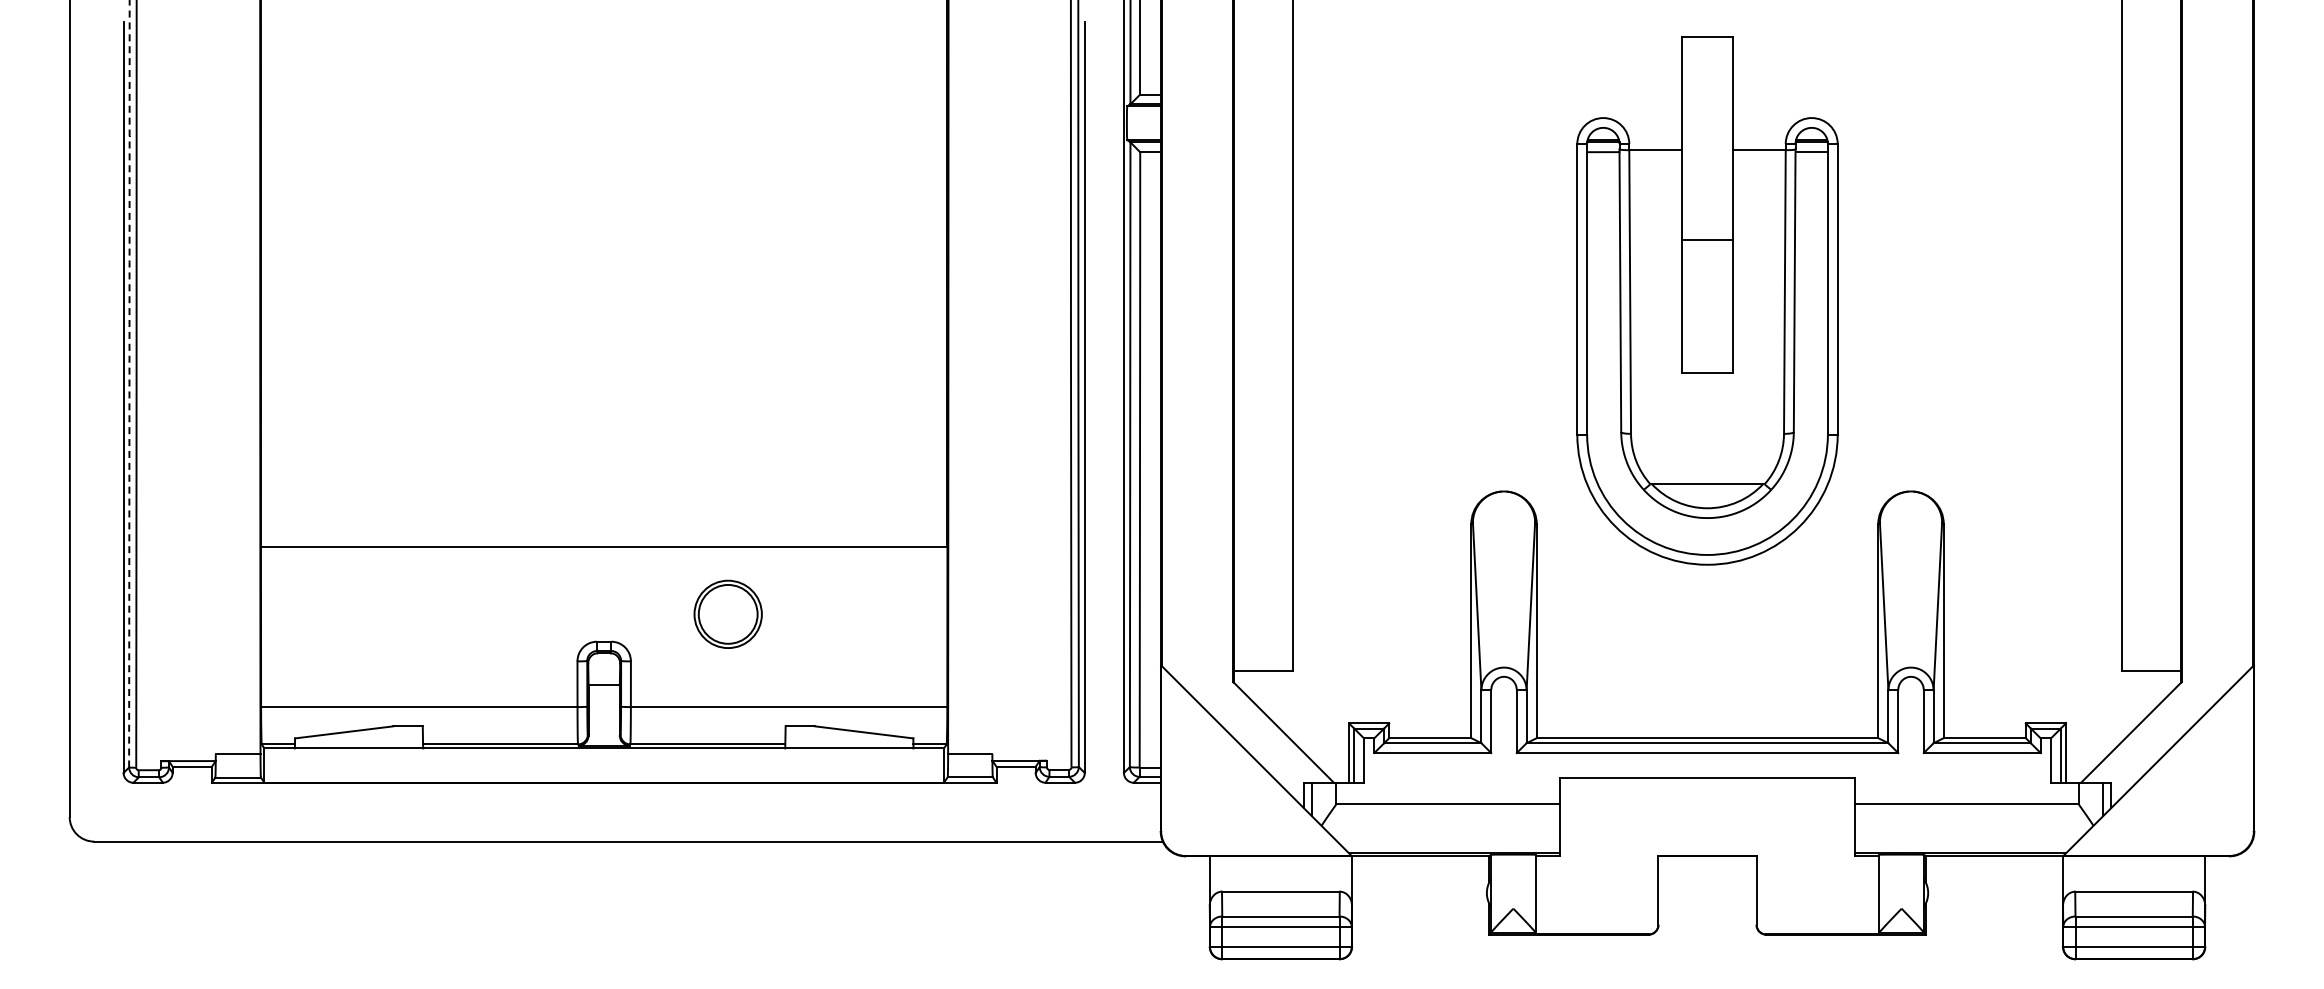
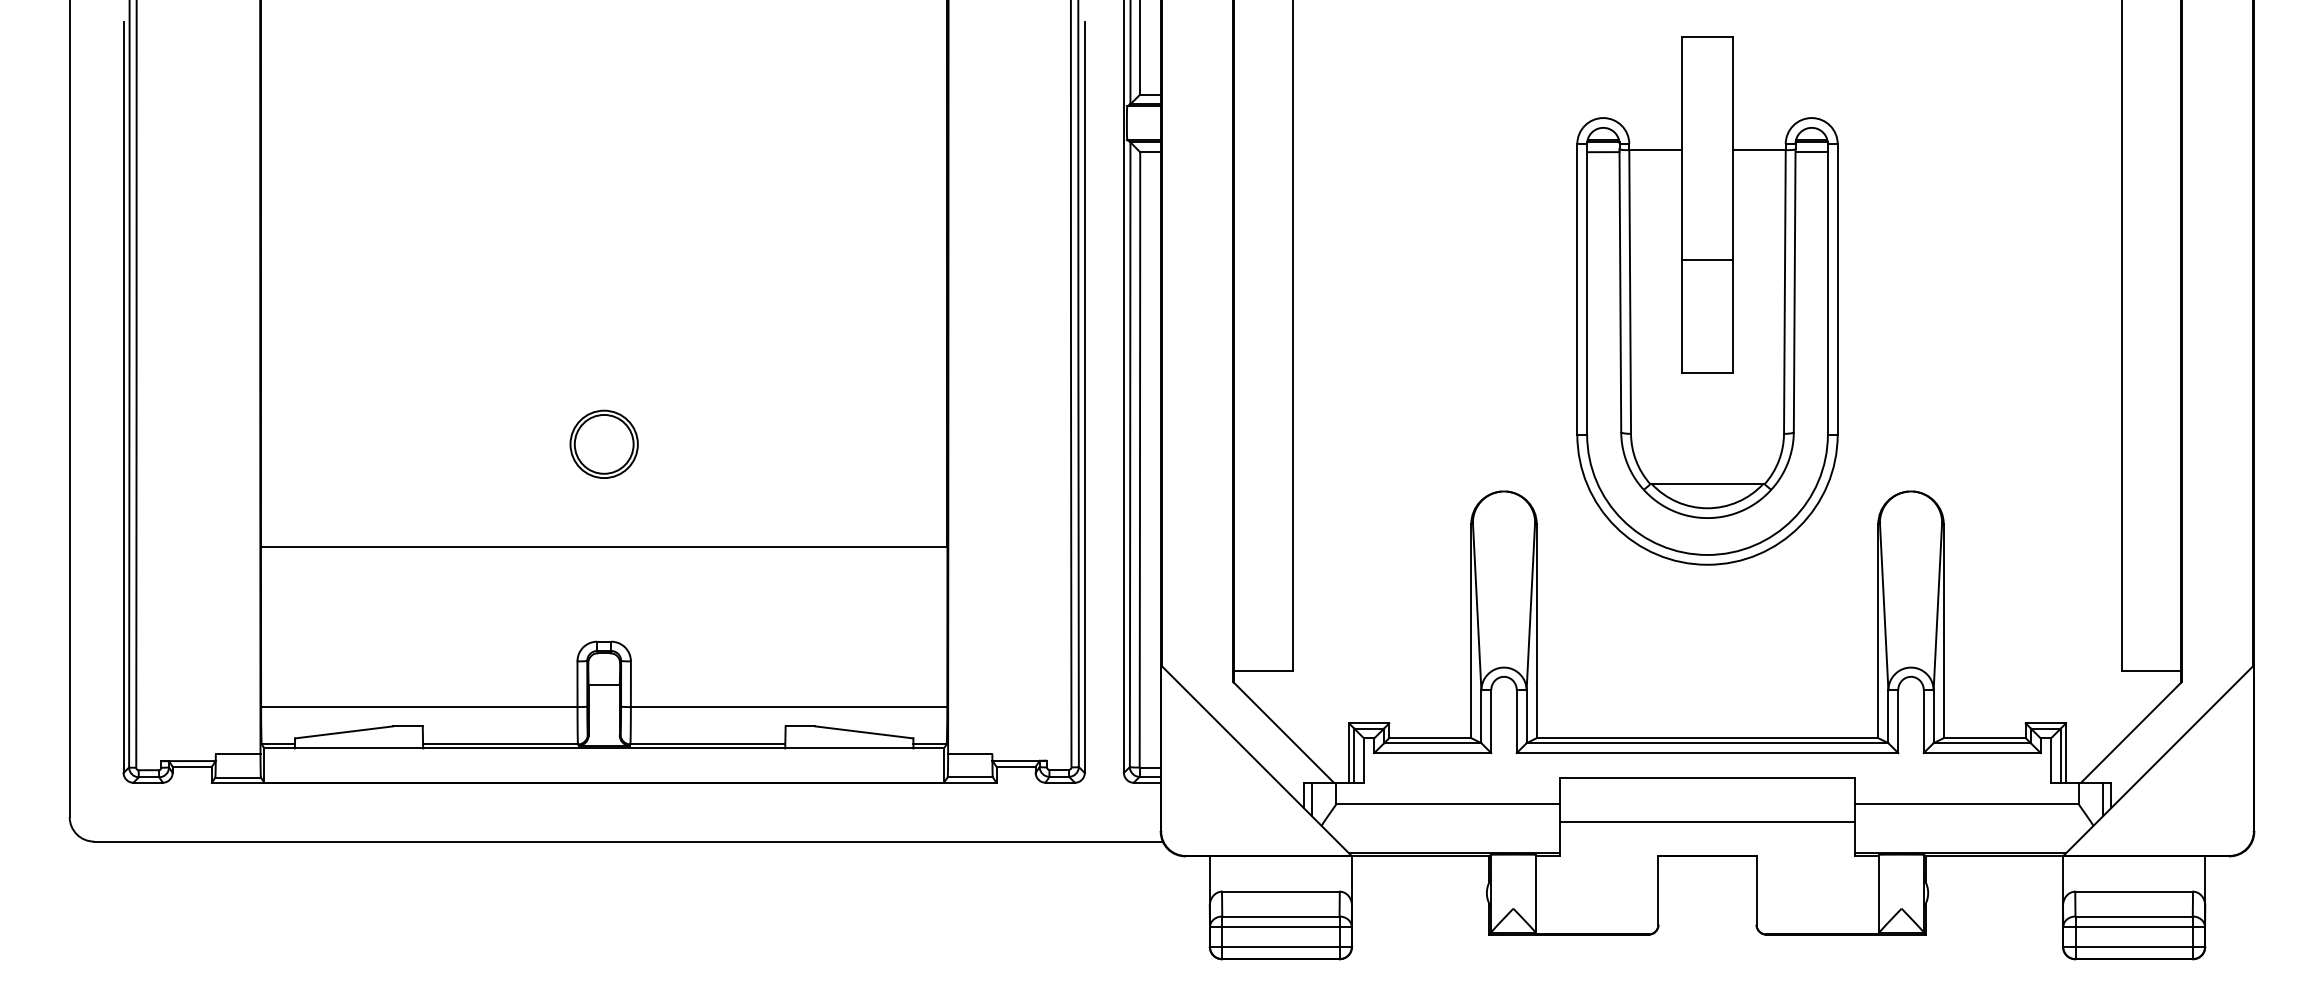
line at (1707, 239) position: (1707, 239) -> (1707, 259)
arc at (129, 383): dashed -> solid
part at (727, 613) position: (727, 613) -> (603, 443)
line at (1707, 821): none -> present
